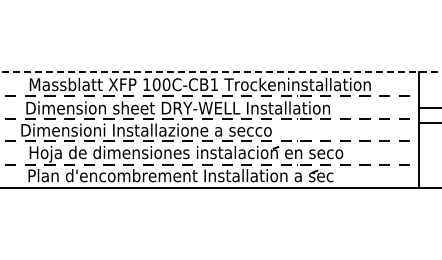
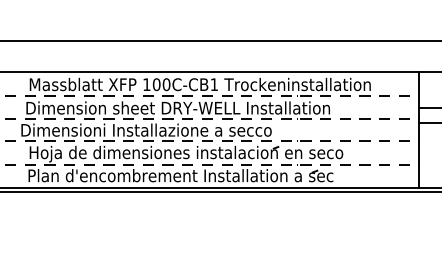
line at (220, 40): none -> present
line at (221, 72): dashed -> solid
line at (220, 192): none -> present
